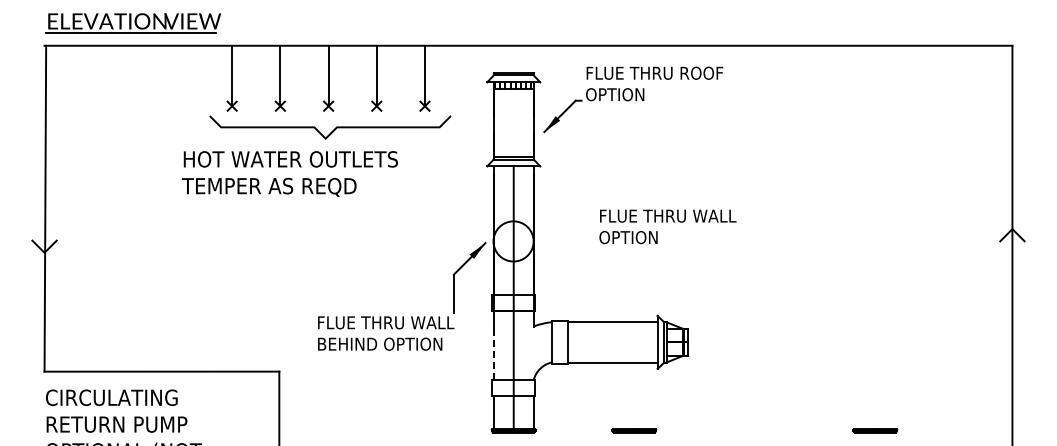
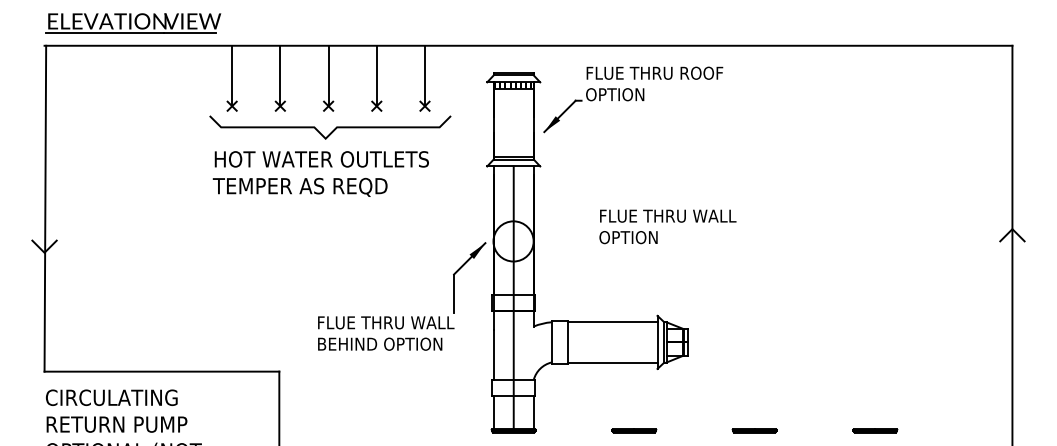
text at (289, 173) position: (289, 173) -> (320, 173)
line at (493, 354): dashed -> solid
part at (754, 430): none -> present
